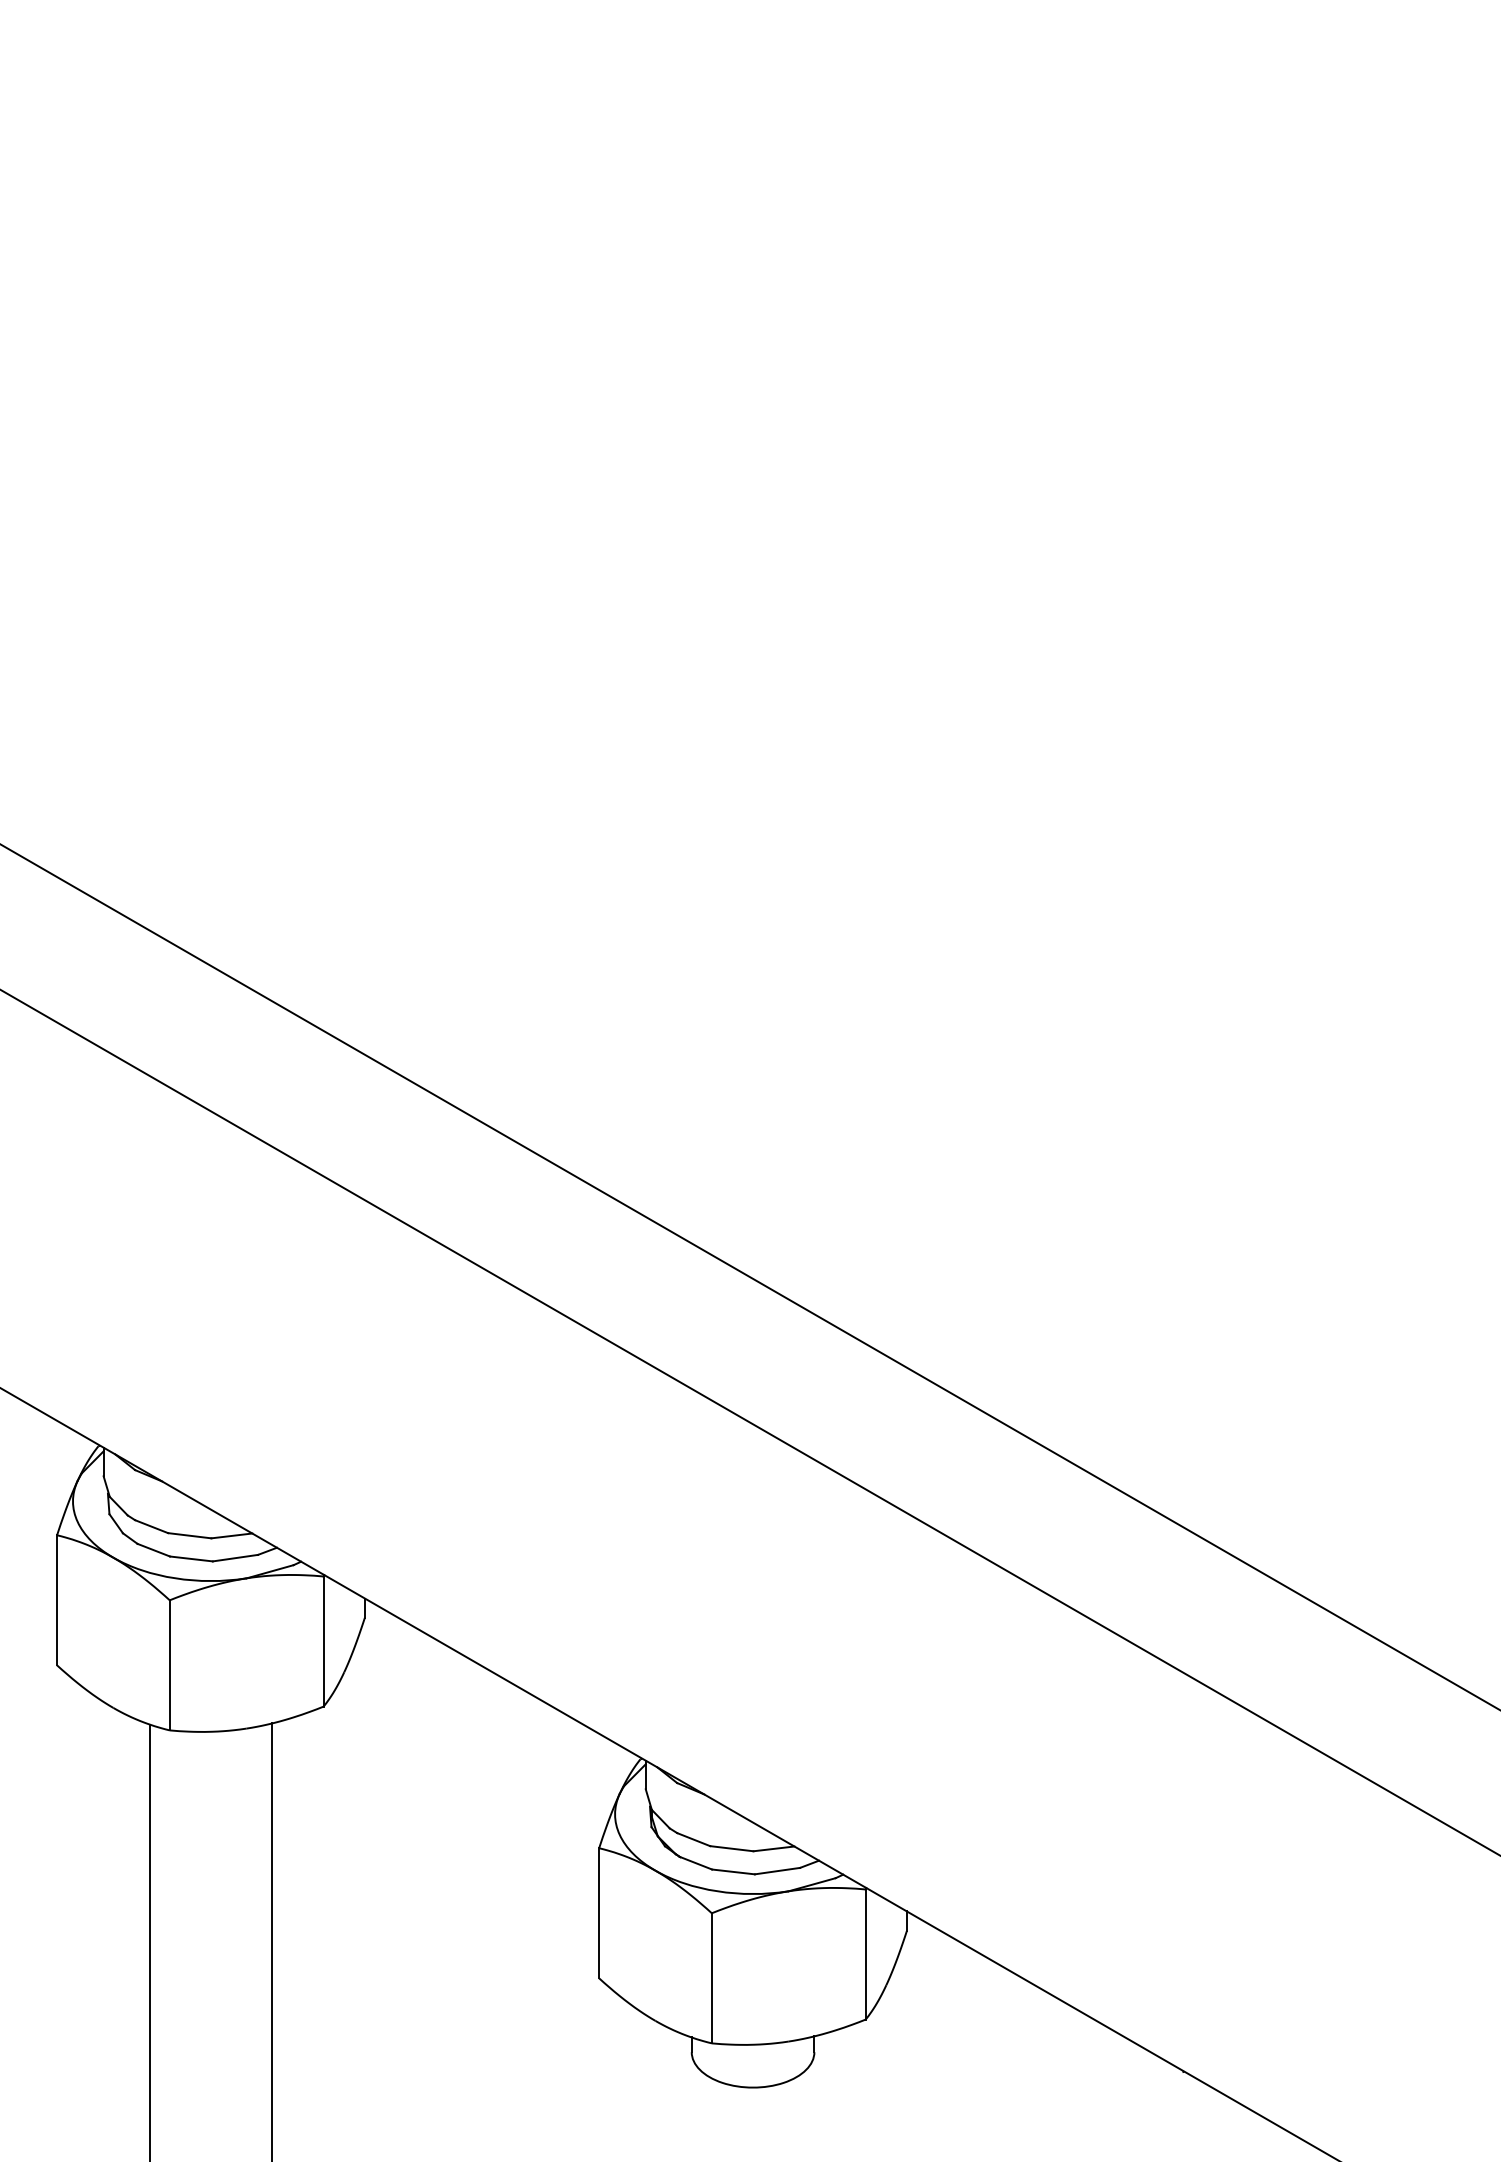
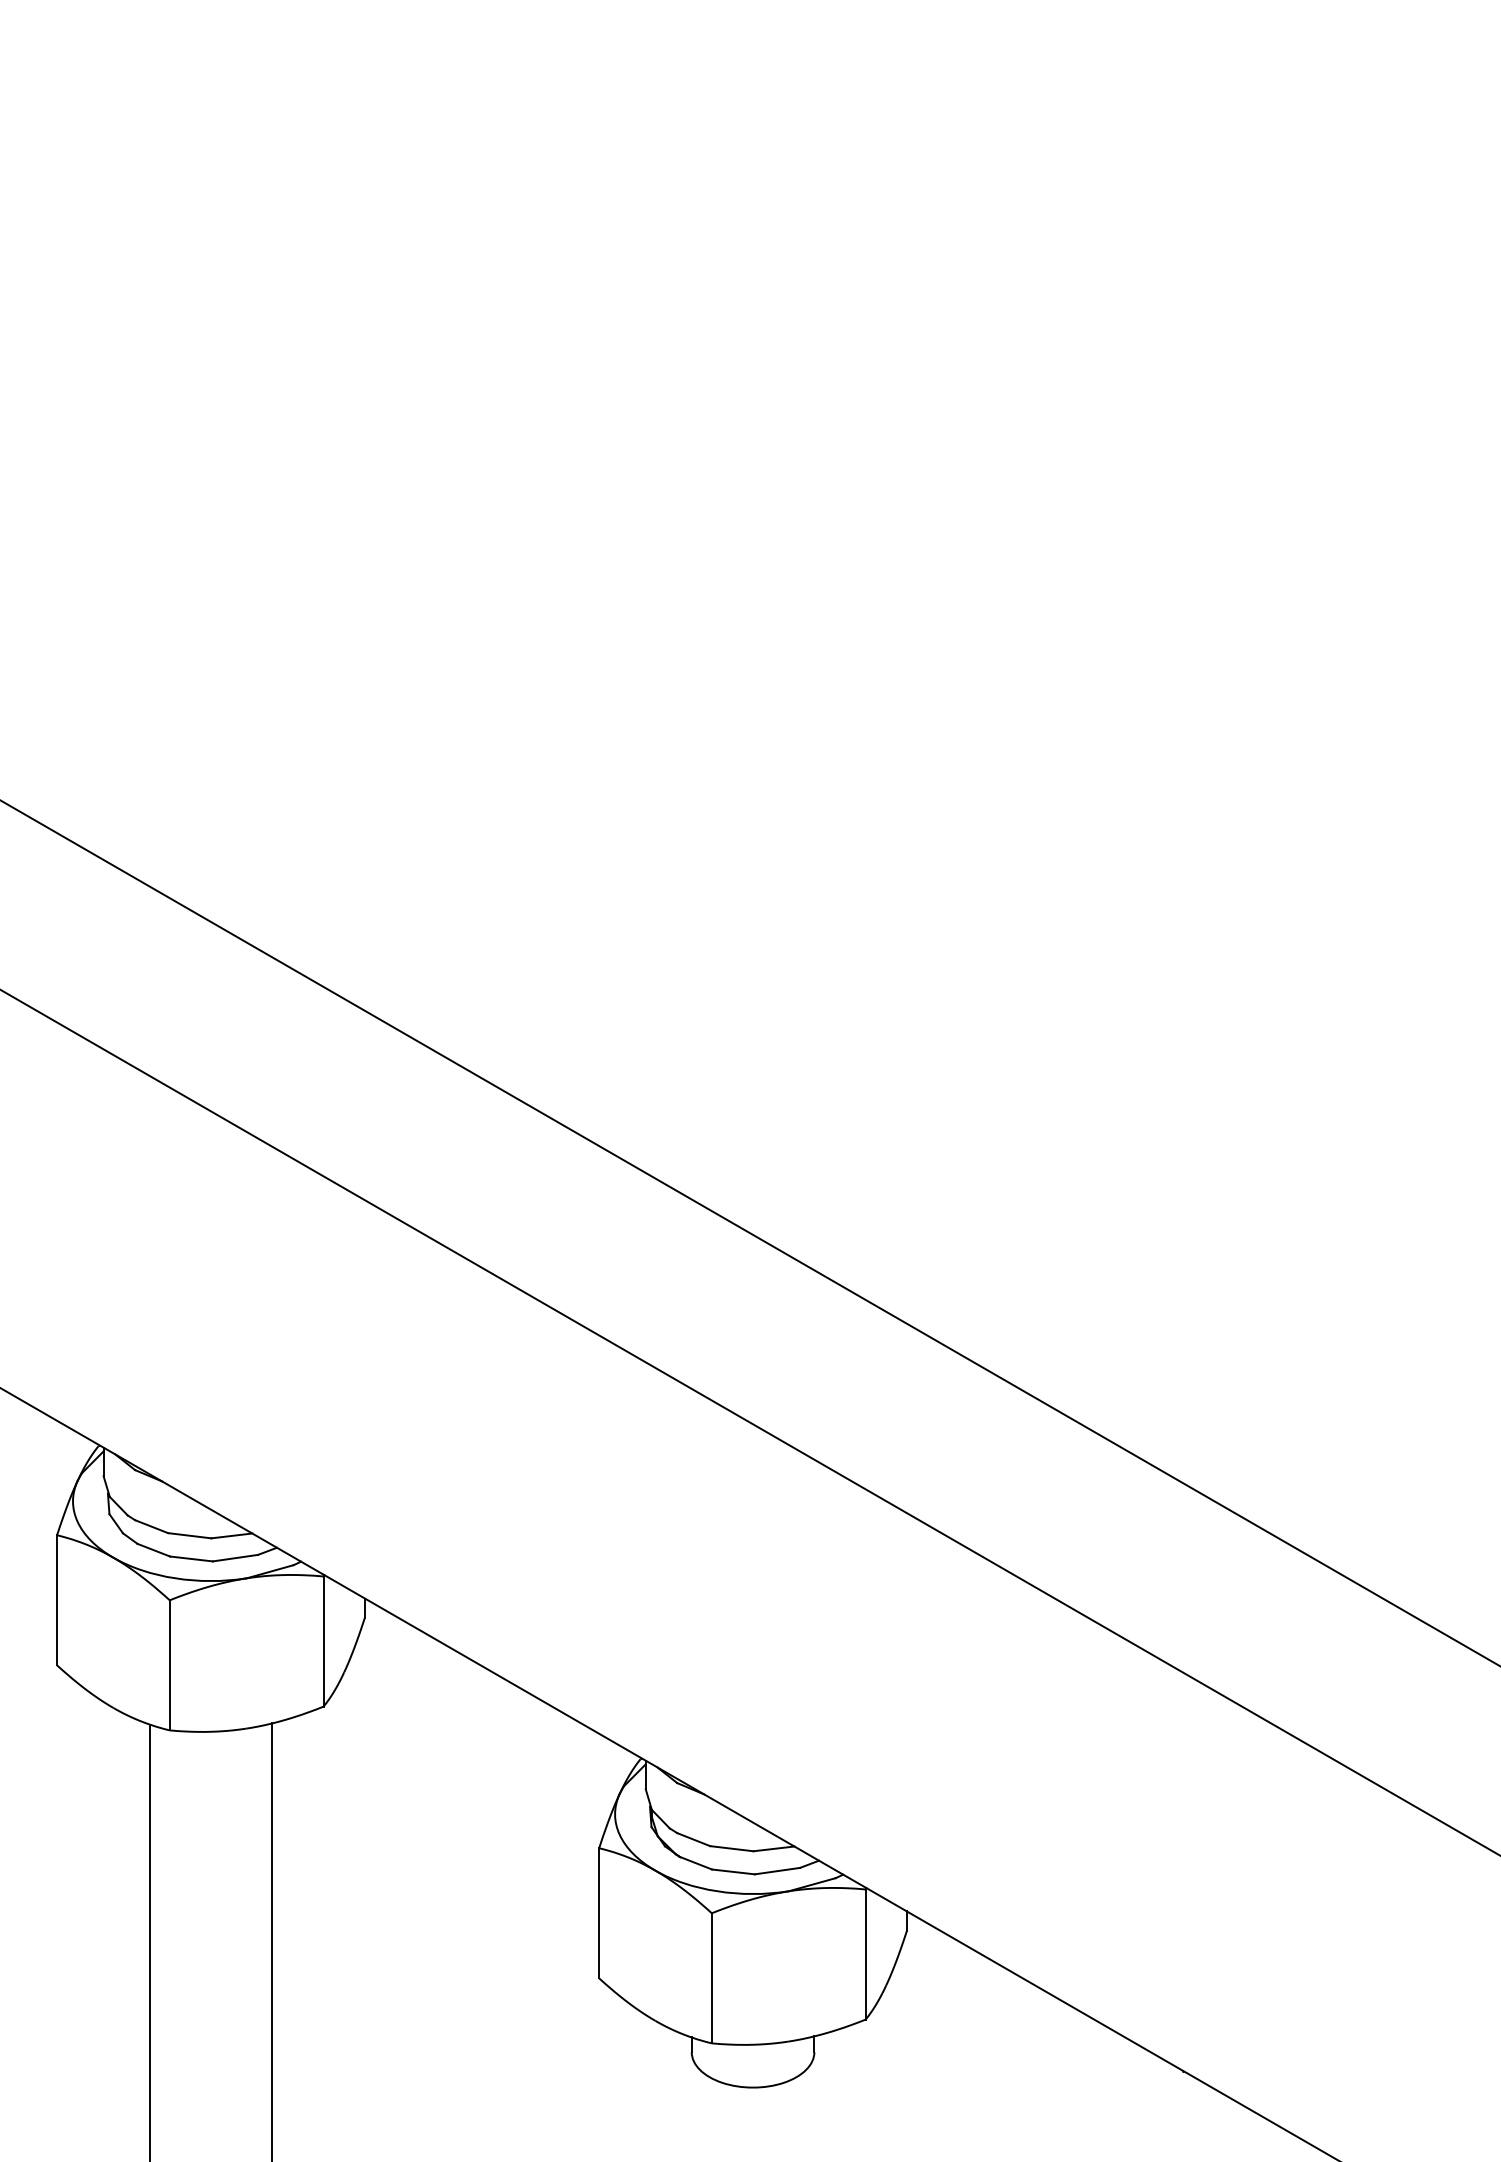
line at (749, 1276) position: (749, 1276) -> (749, 1232)
